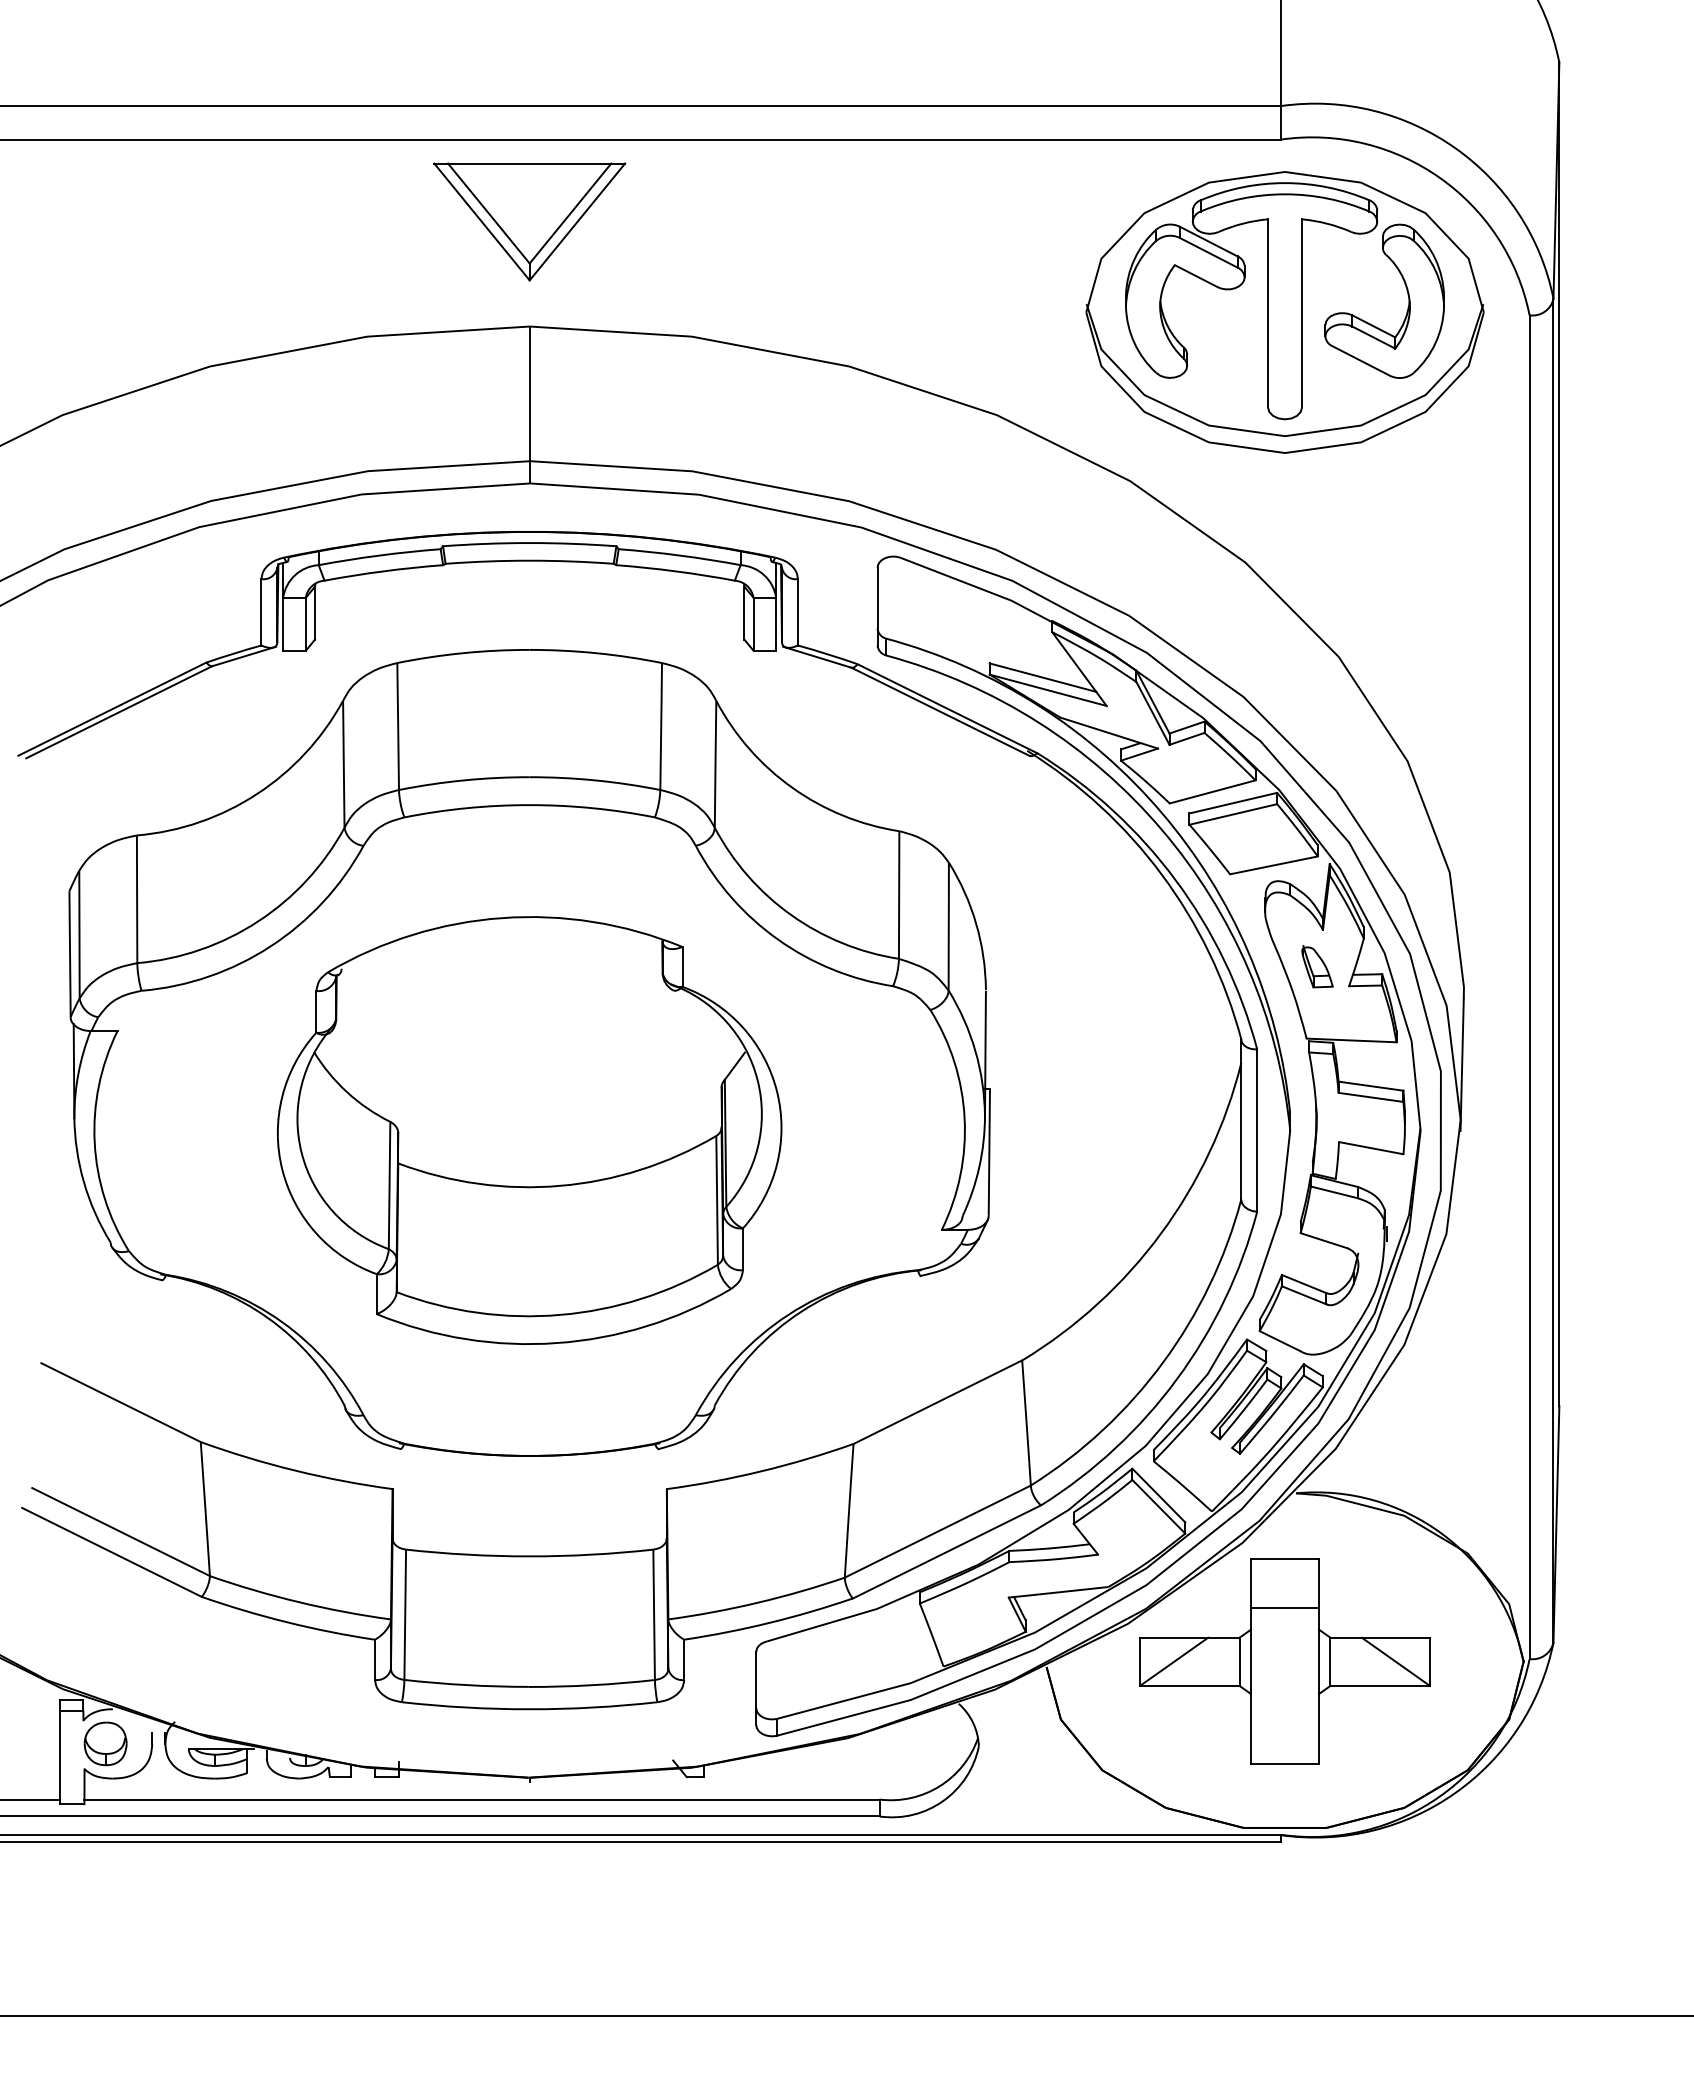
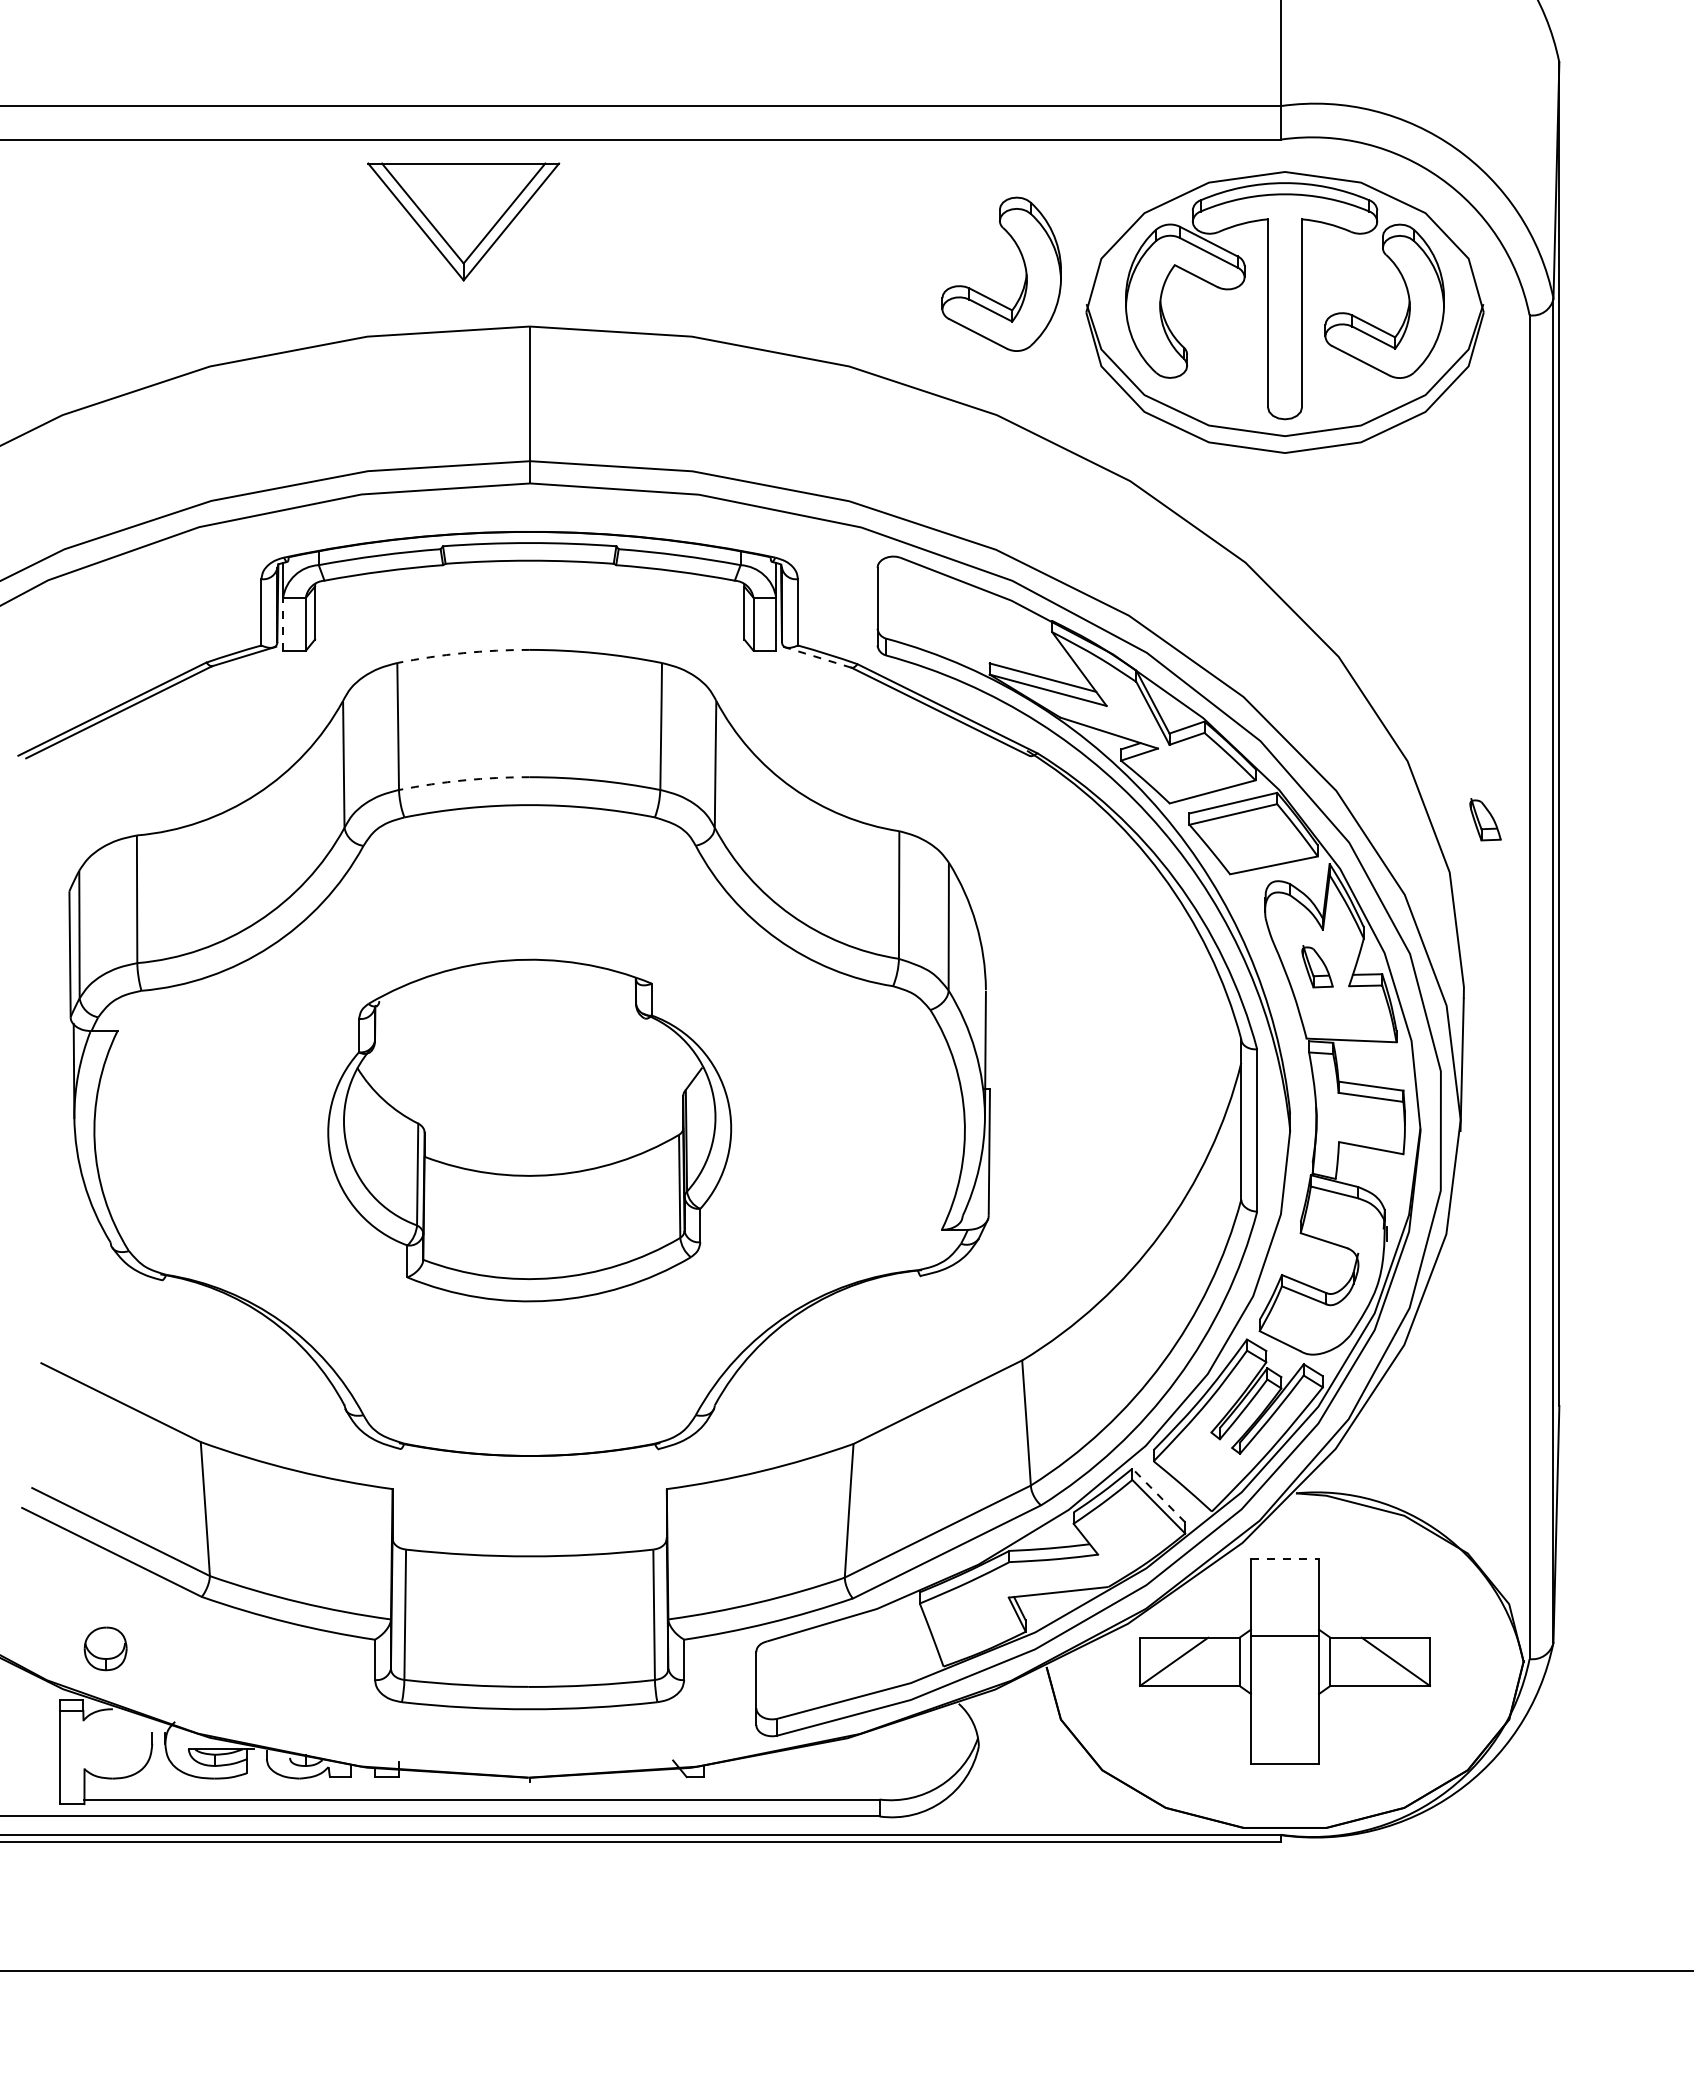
part at (529, 221) position: (529, 221) -> (463, 221)
part at (1024, 268): none -> present
line at (283, 623): solid -> dashed
arc at (463, 653): solid -> dashed
line at (818, 657): solid -> dashed
arc at (464, 780): solid -> dashed
part at (1485, 819): none -> present
part at (529, 1130) size: 506x429 px -> 406x345 px
line at (1158, 1495): solid -> dashed
line at (1285, 1559): solid -> dashed
line at (1284, 1607) position: (1284, 1607) -> (1284, 1635)
part at (105, 1743) position: (105, 1743) -> (105, 1648)
line at (31, 1799): present -> none
line at (846, 2015) position: (846, 2015) -> (846, 1970)
